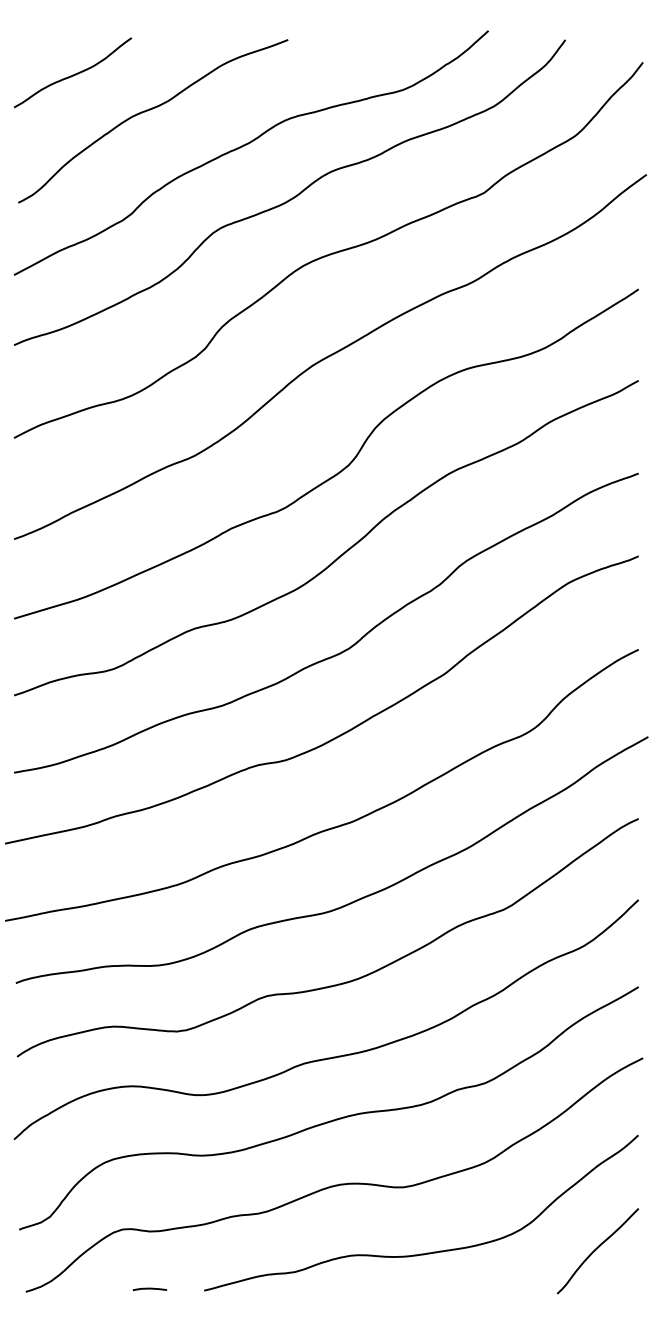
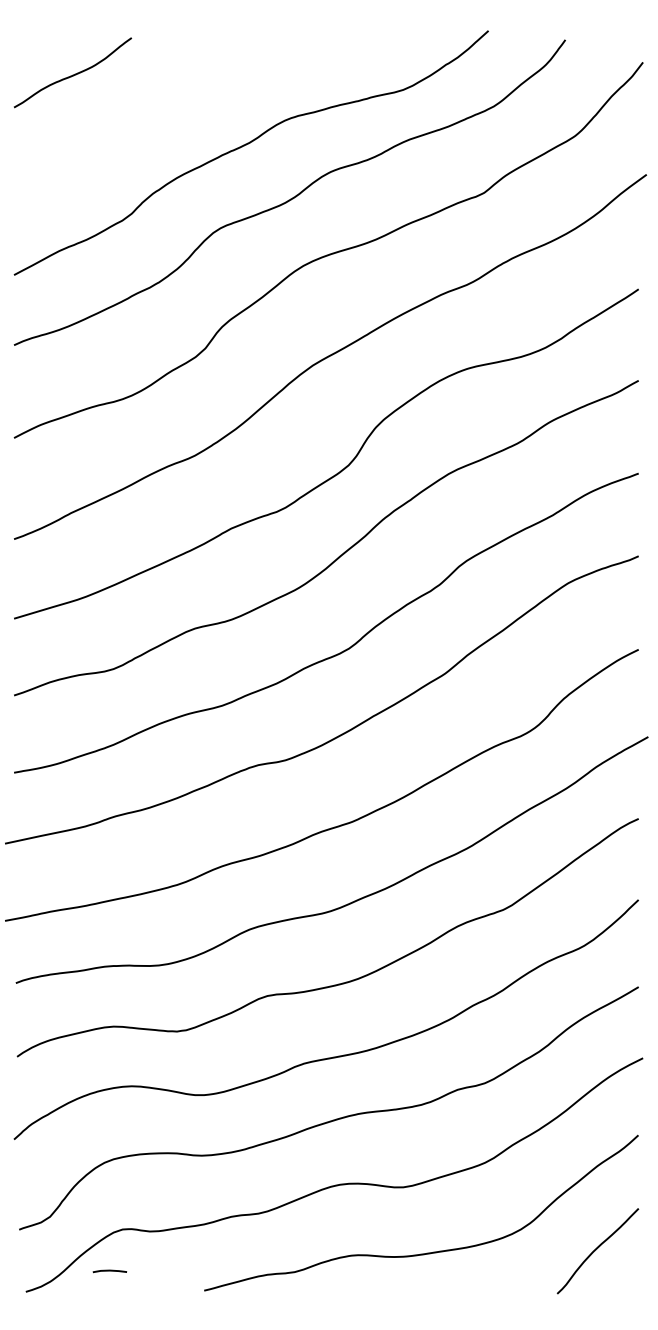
curve at (150, 110): present -> none
line at (149, 1289) position: (149, 1289) -> (109, 1271)
